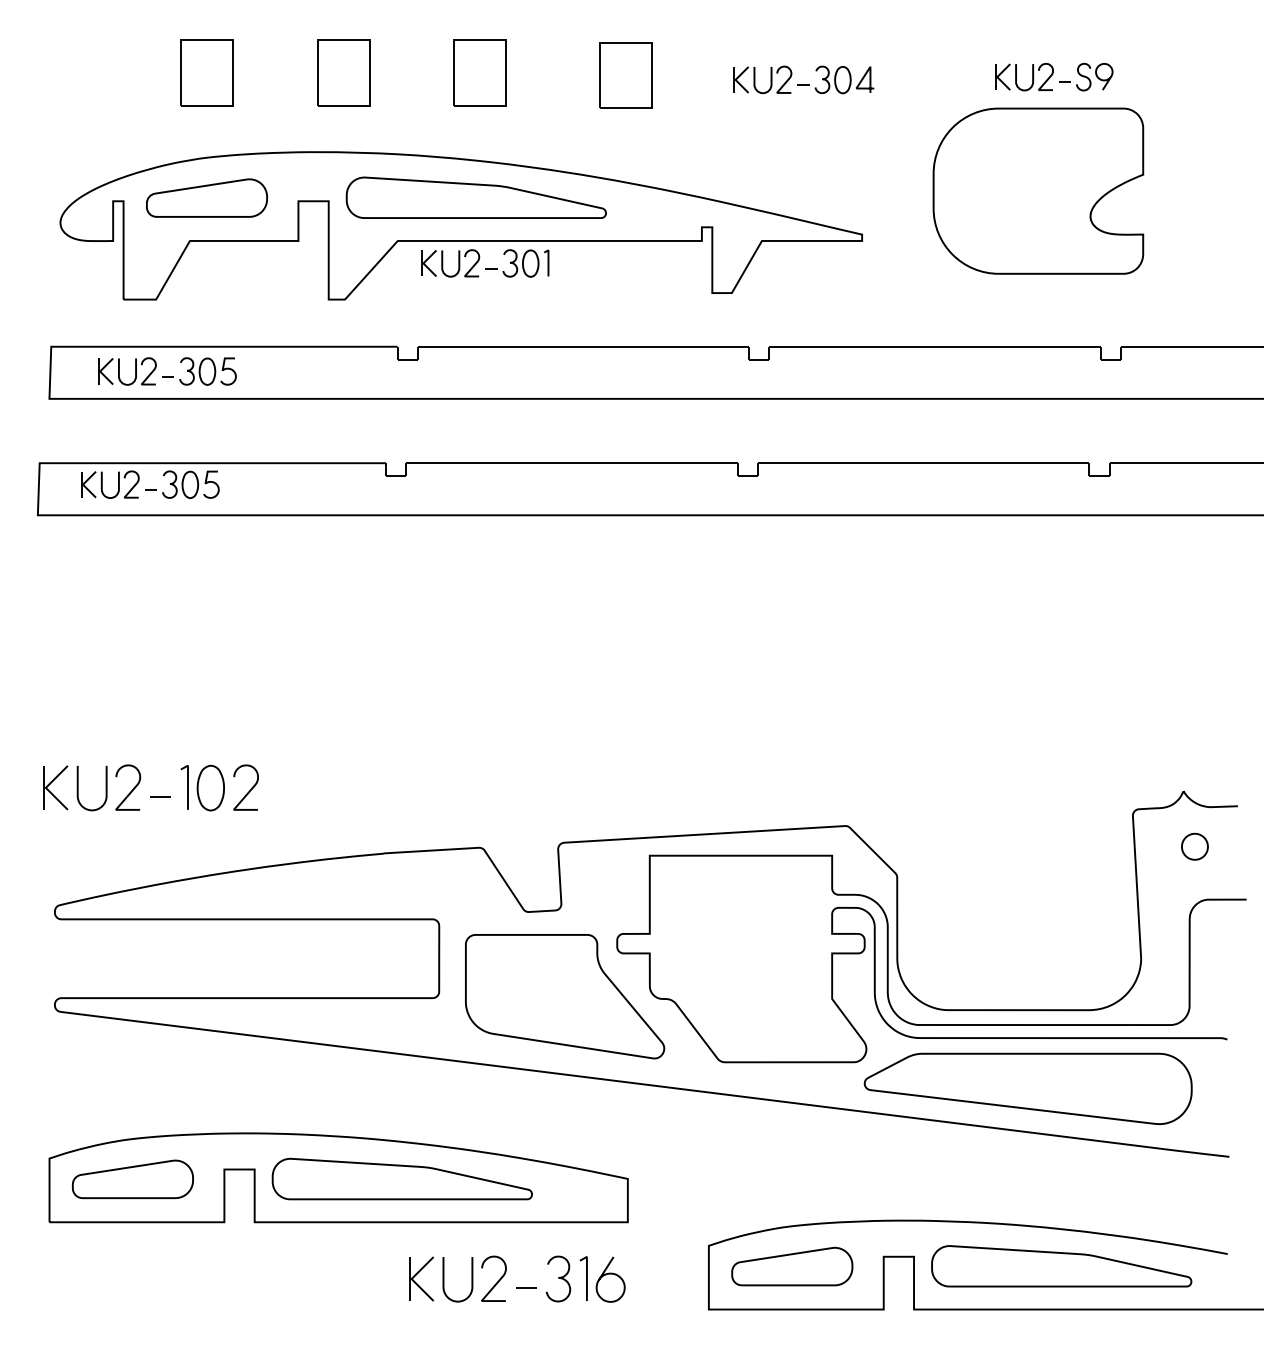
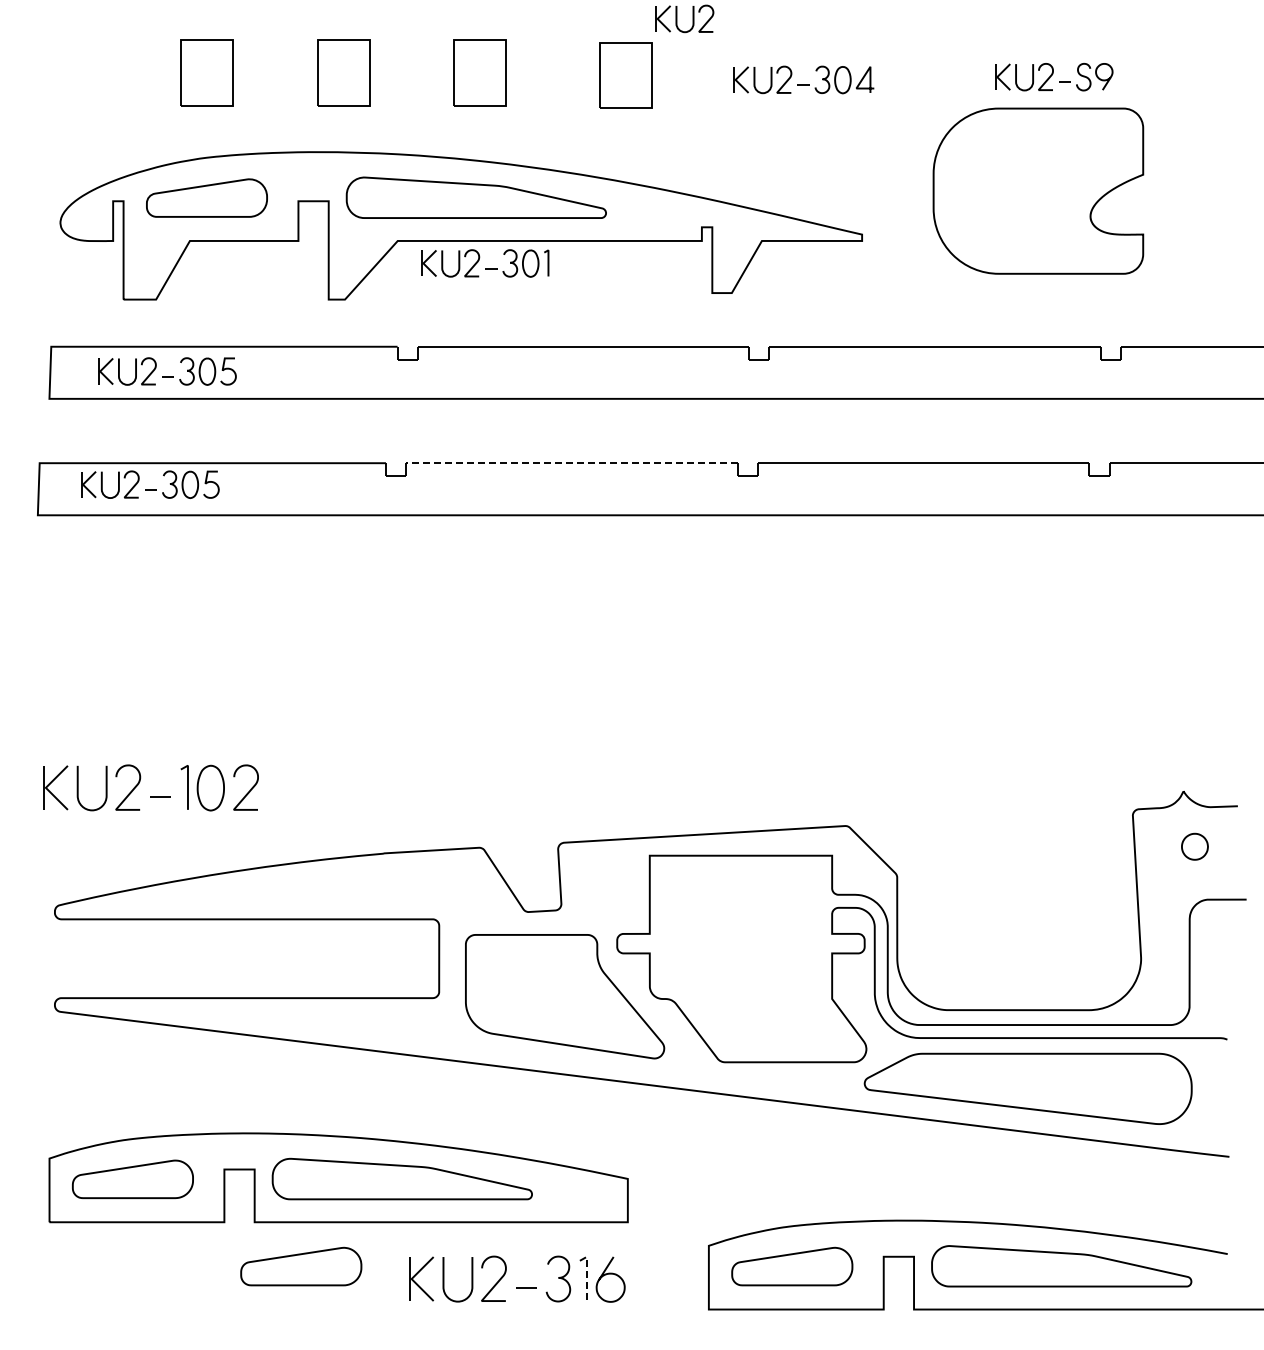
part at (677, 18): none -> present
line at (571, 463): solid -> dashed
part at (301, 1266): none -> present
line at (586, 1274): solid -> dashed
